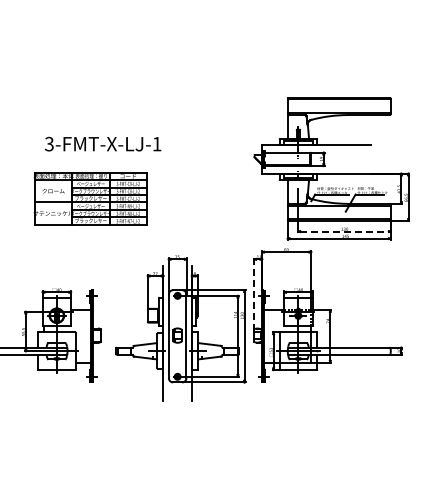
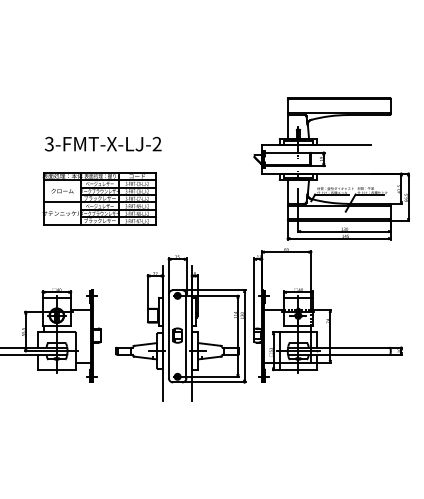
text at (156, 143): 3-FMT-X-LJ-1 -> 3-FMT-X-LJ-2
part at (90, 198) position: (90, 198) -> (99, 198)
line at (345, 231): dashed -> solid
line at (254, 294): dashed -> solid
